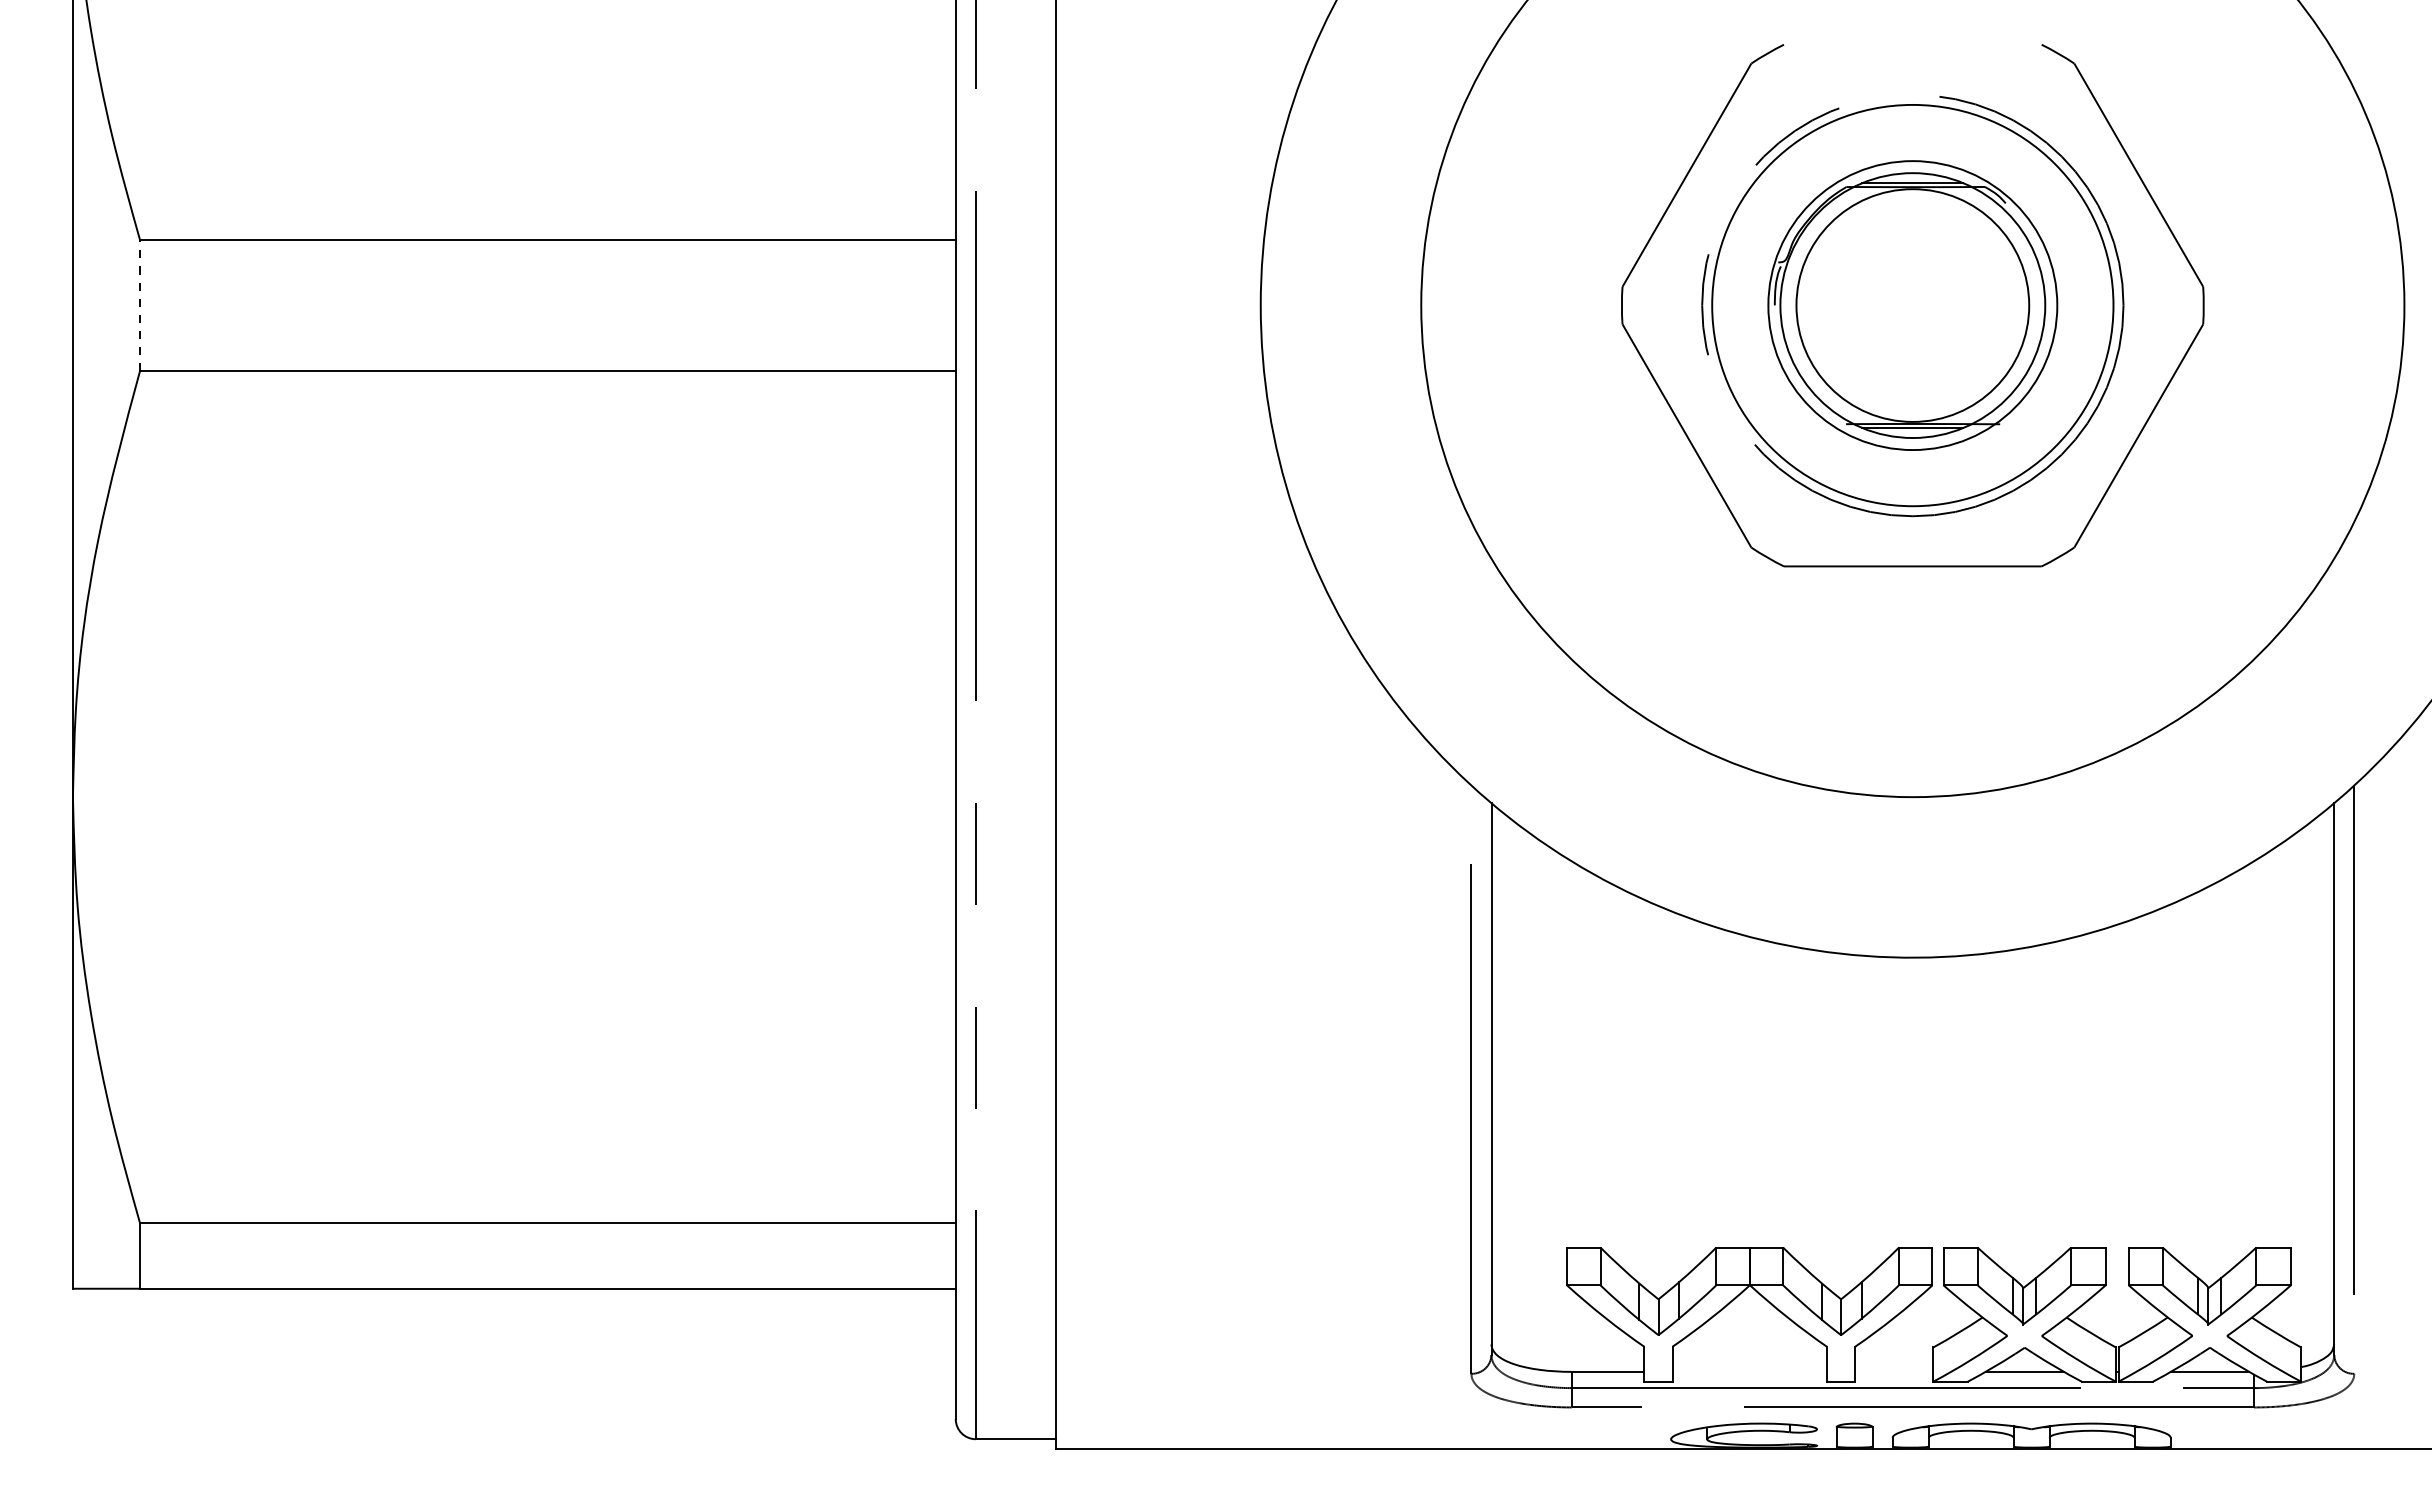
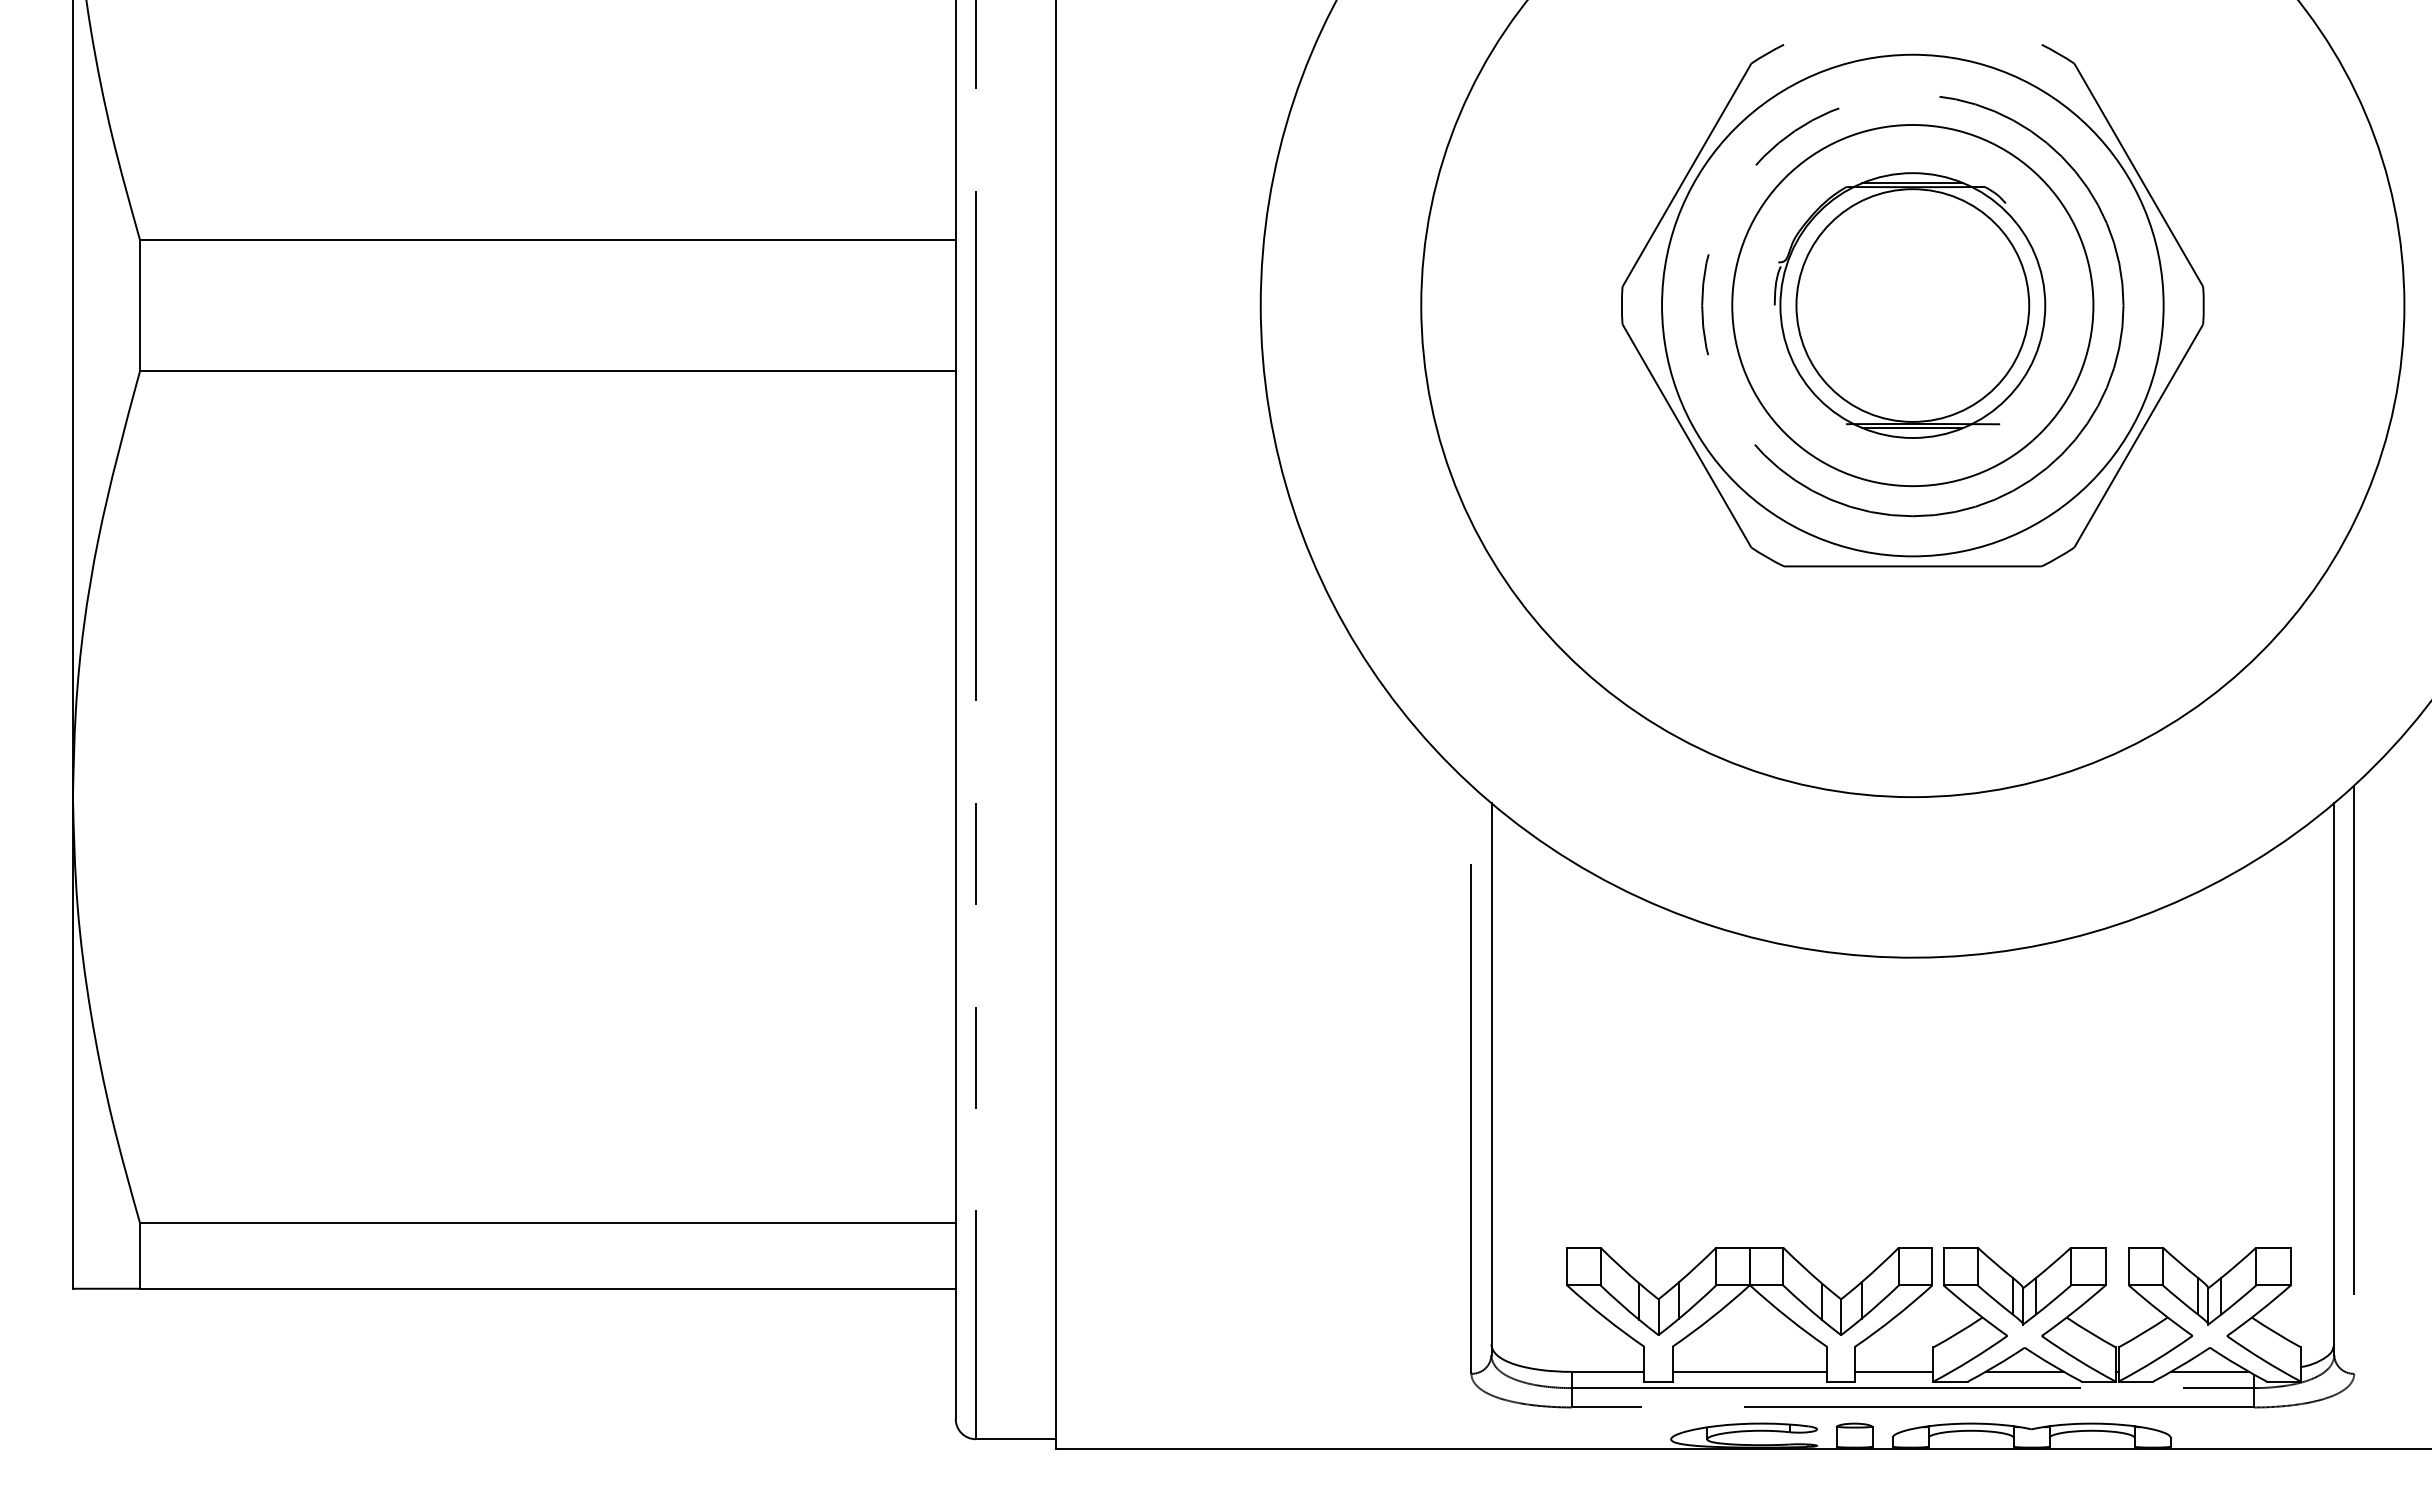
line at (140, 305): dashed -> solid
circle at (1912, 305) diameter: 289 px -> 361 px
circle at (1912, 305) diameter: 401 px -> 502 px
line at (1749, 1371): none -> present
line at (1894, 1371): none -> present
